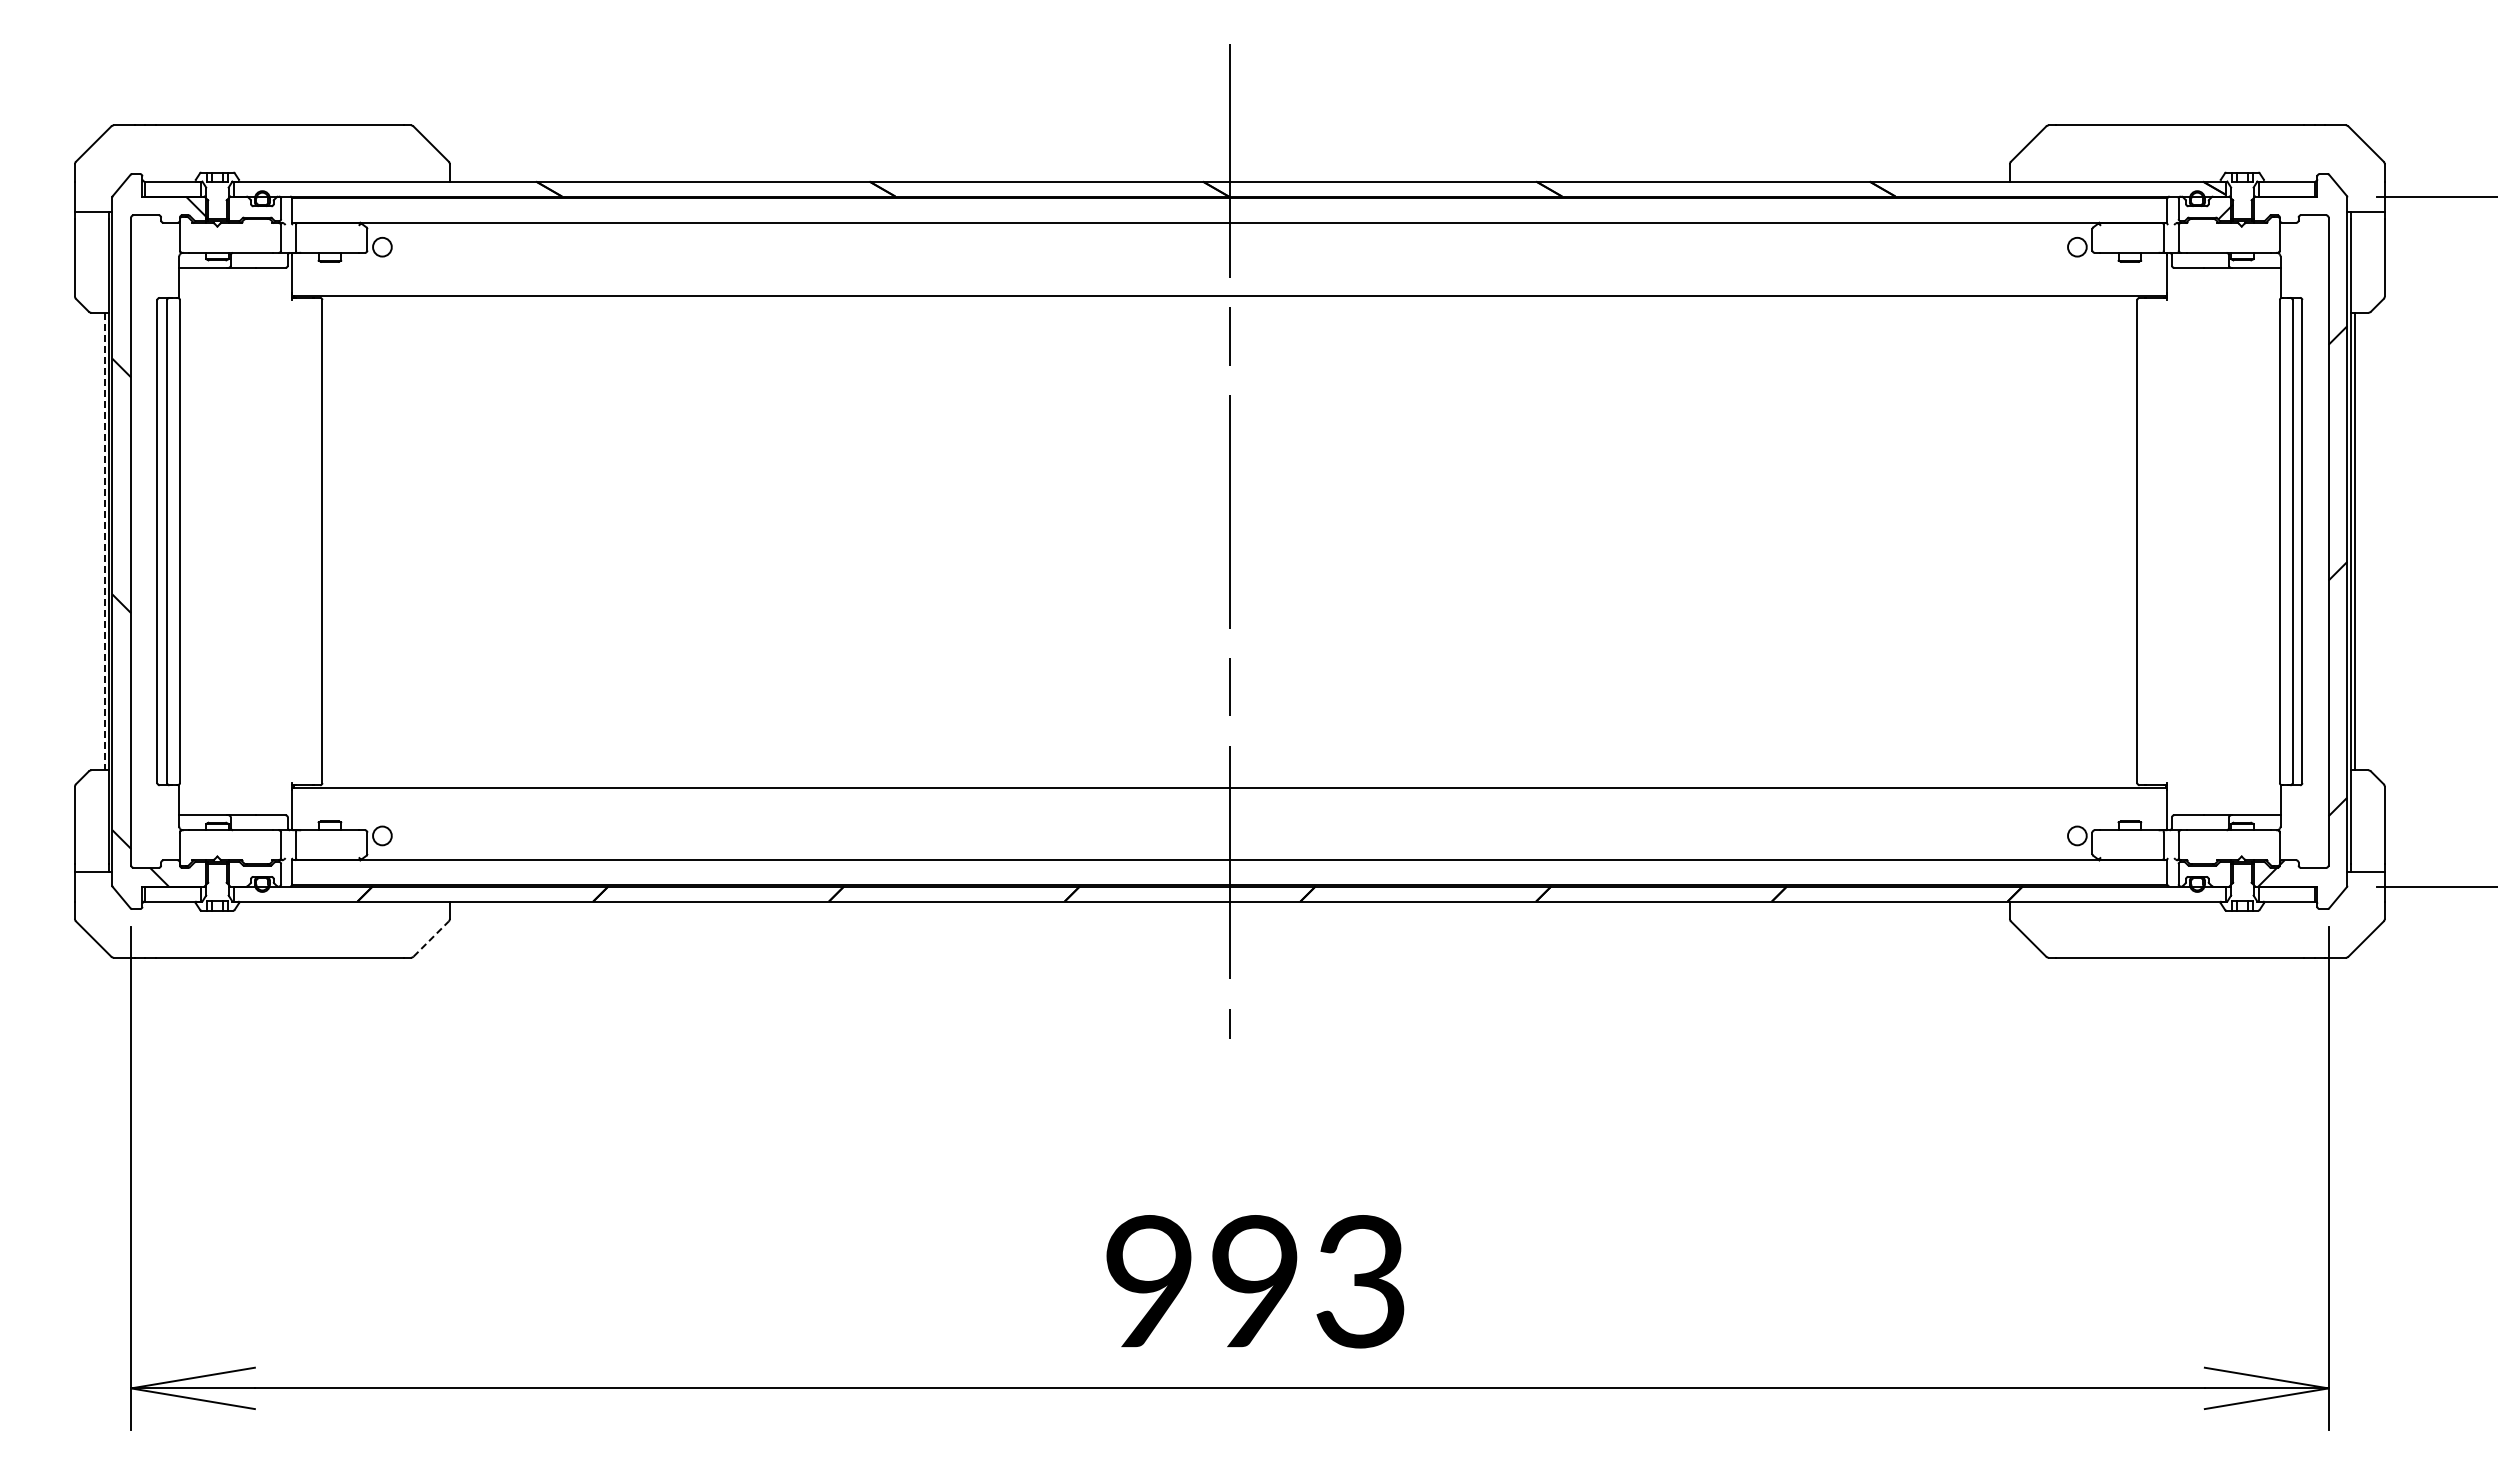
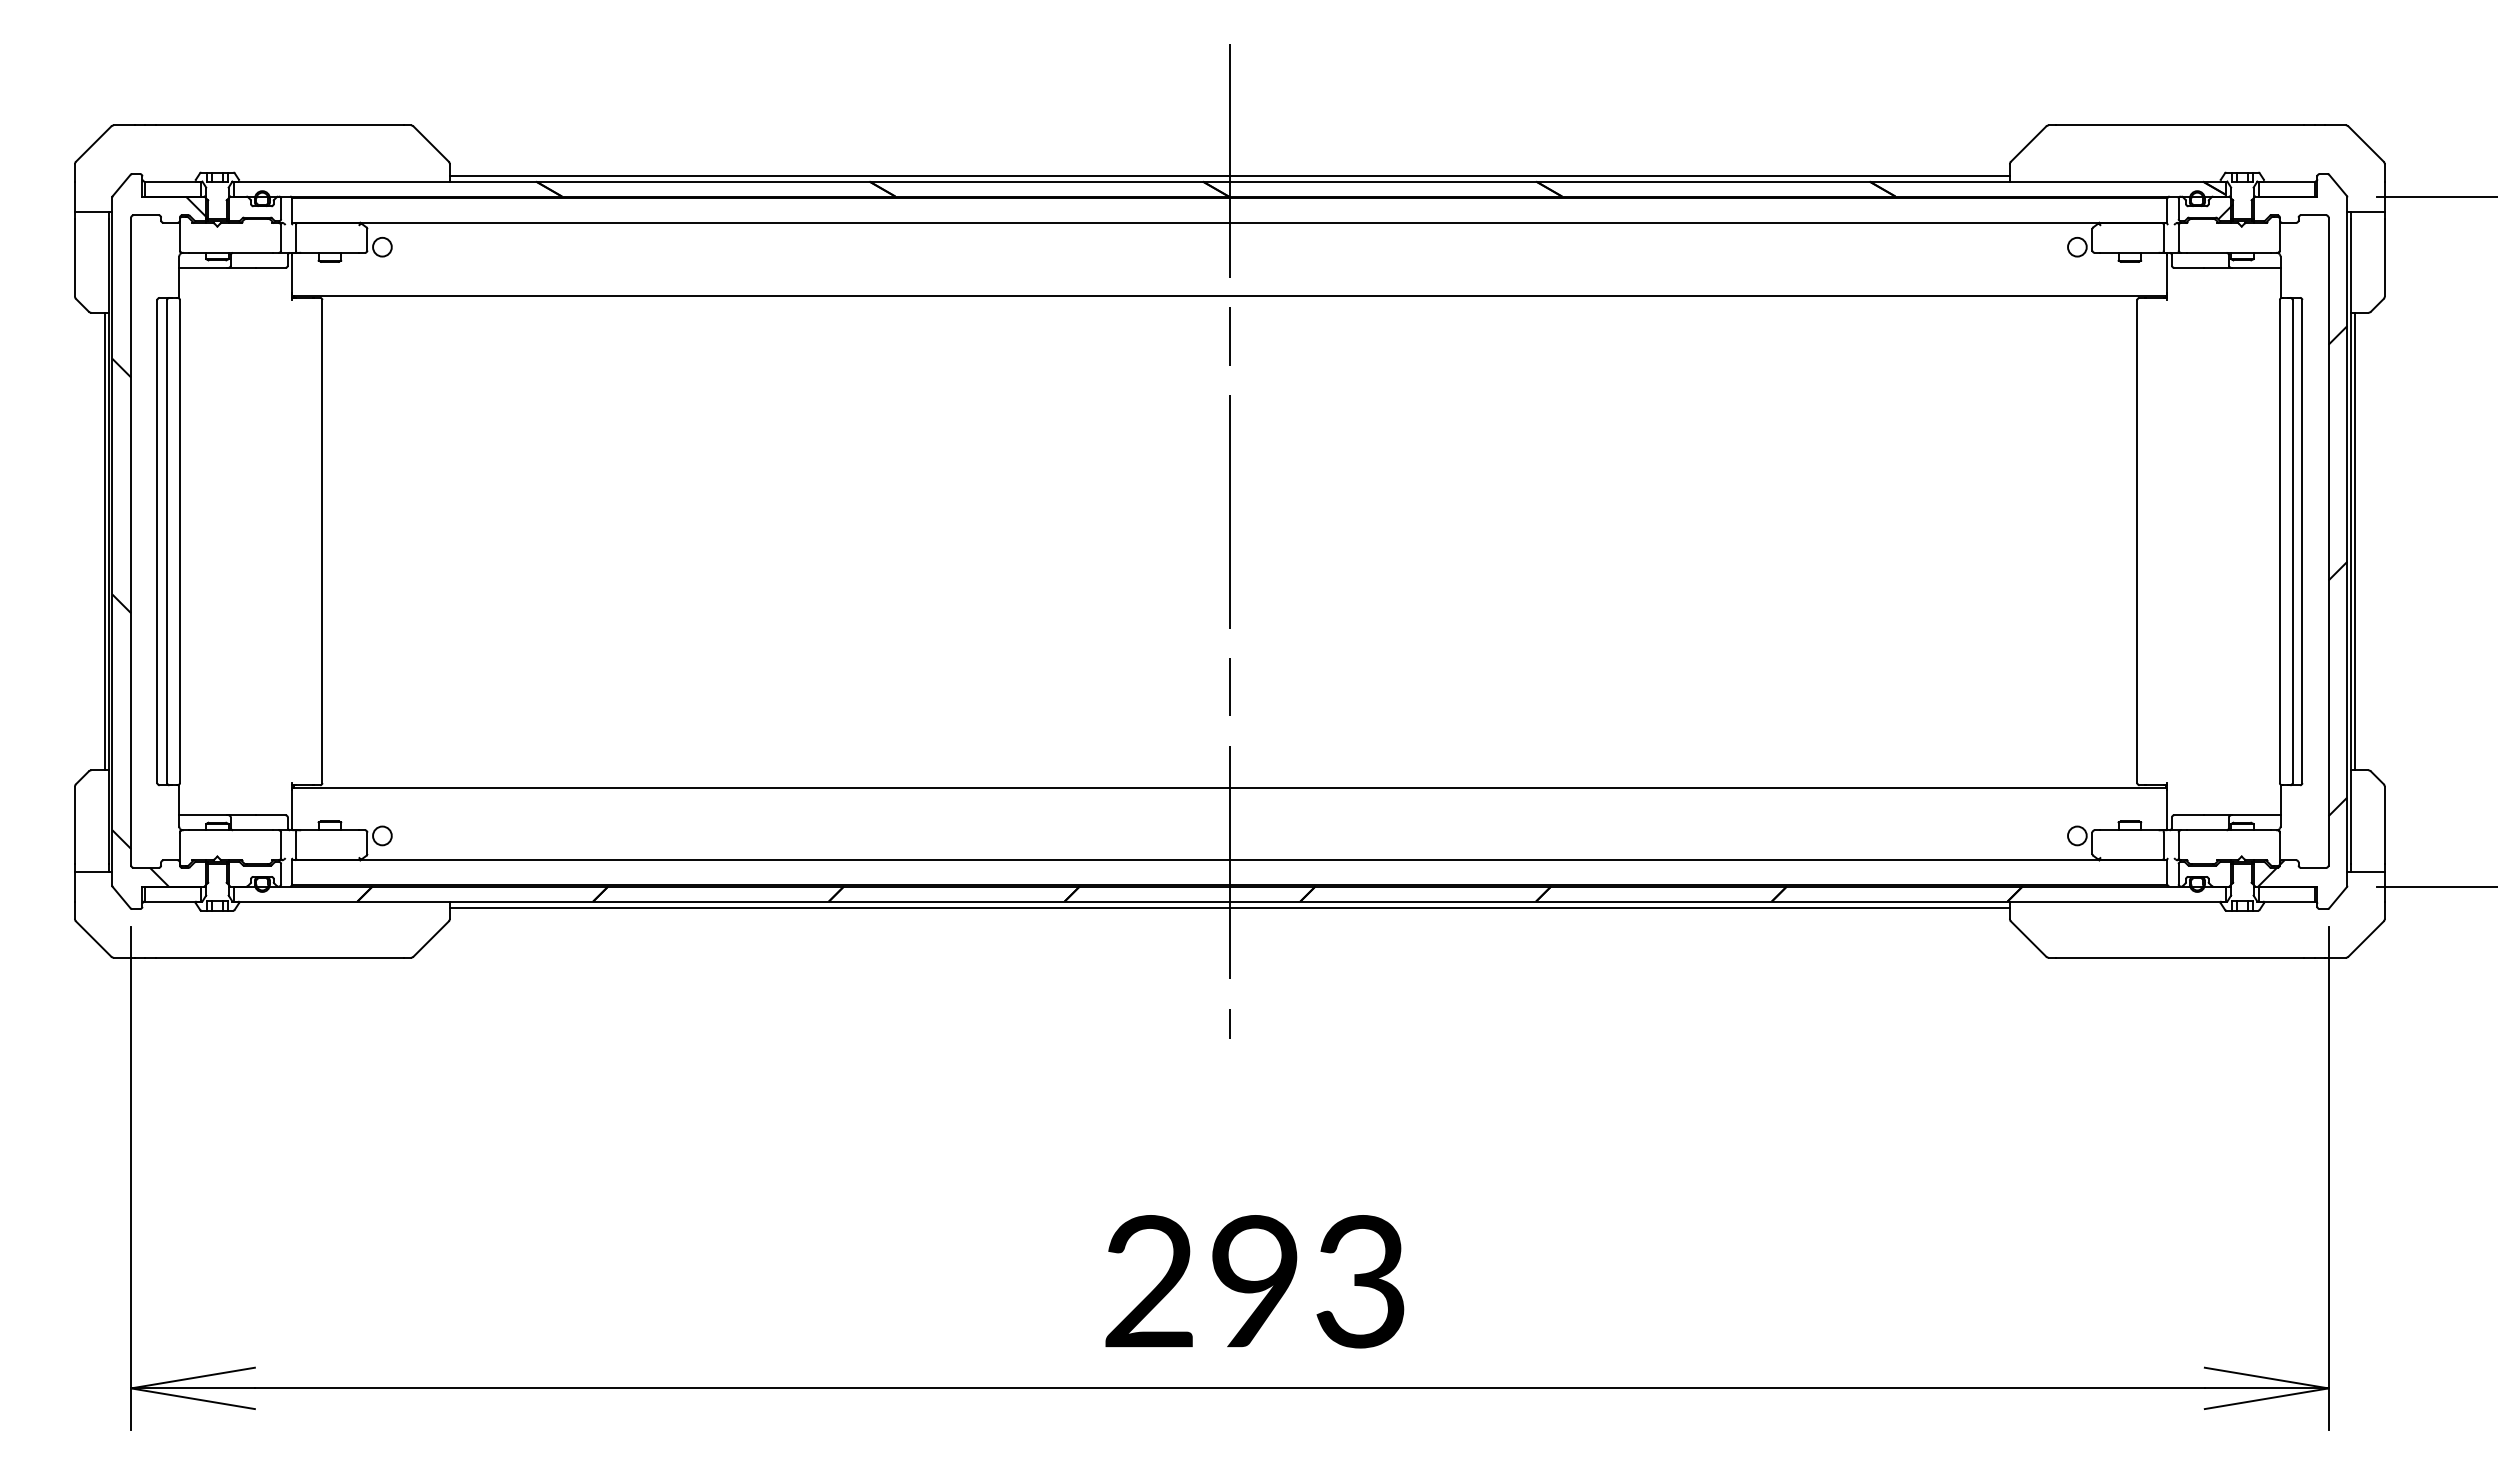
line at (1229, 175): none -> present
line at (104, 541): dashed -> solid
line at (1229, 907): none -> present
line at (431, 939): dashed -> solid
text at (1148, 1281): 993 -> 293
